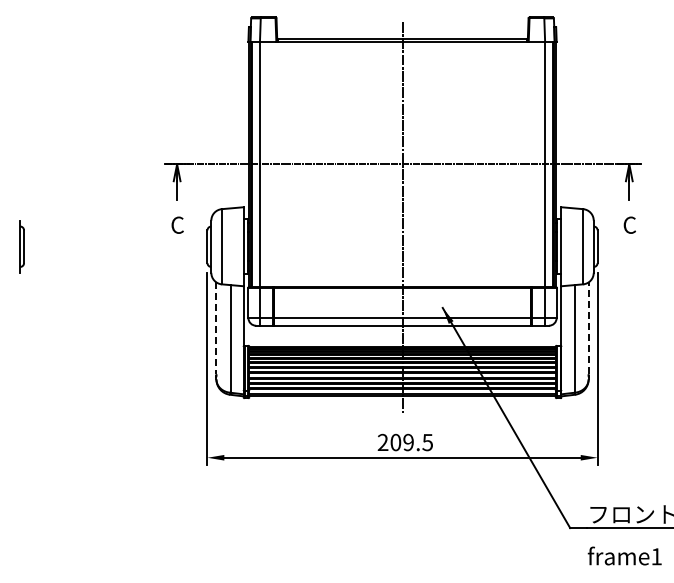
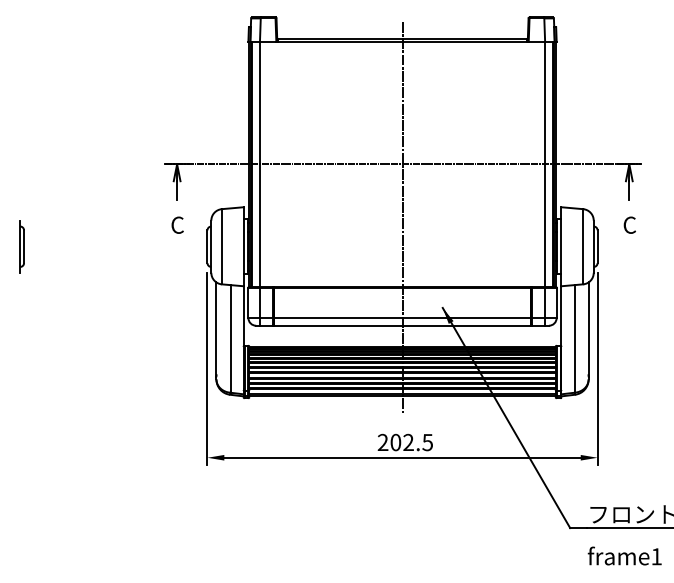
line at (216, 328): dashed -> solid
line at (588, 328): dashed -> solid
text at (408, 442): 209.5 -> 202.5
